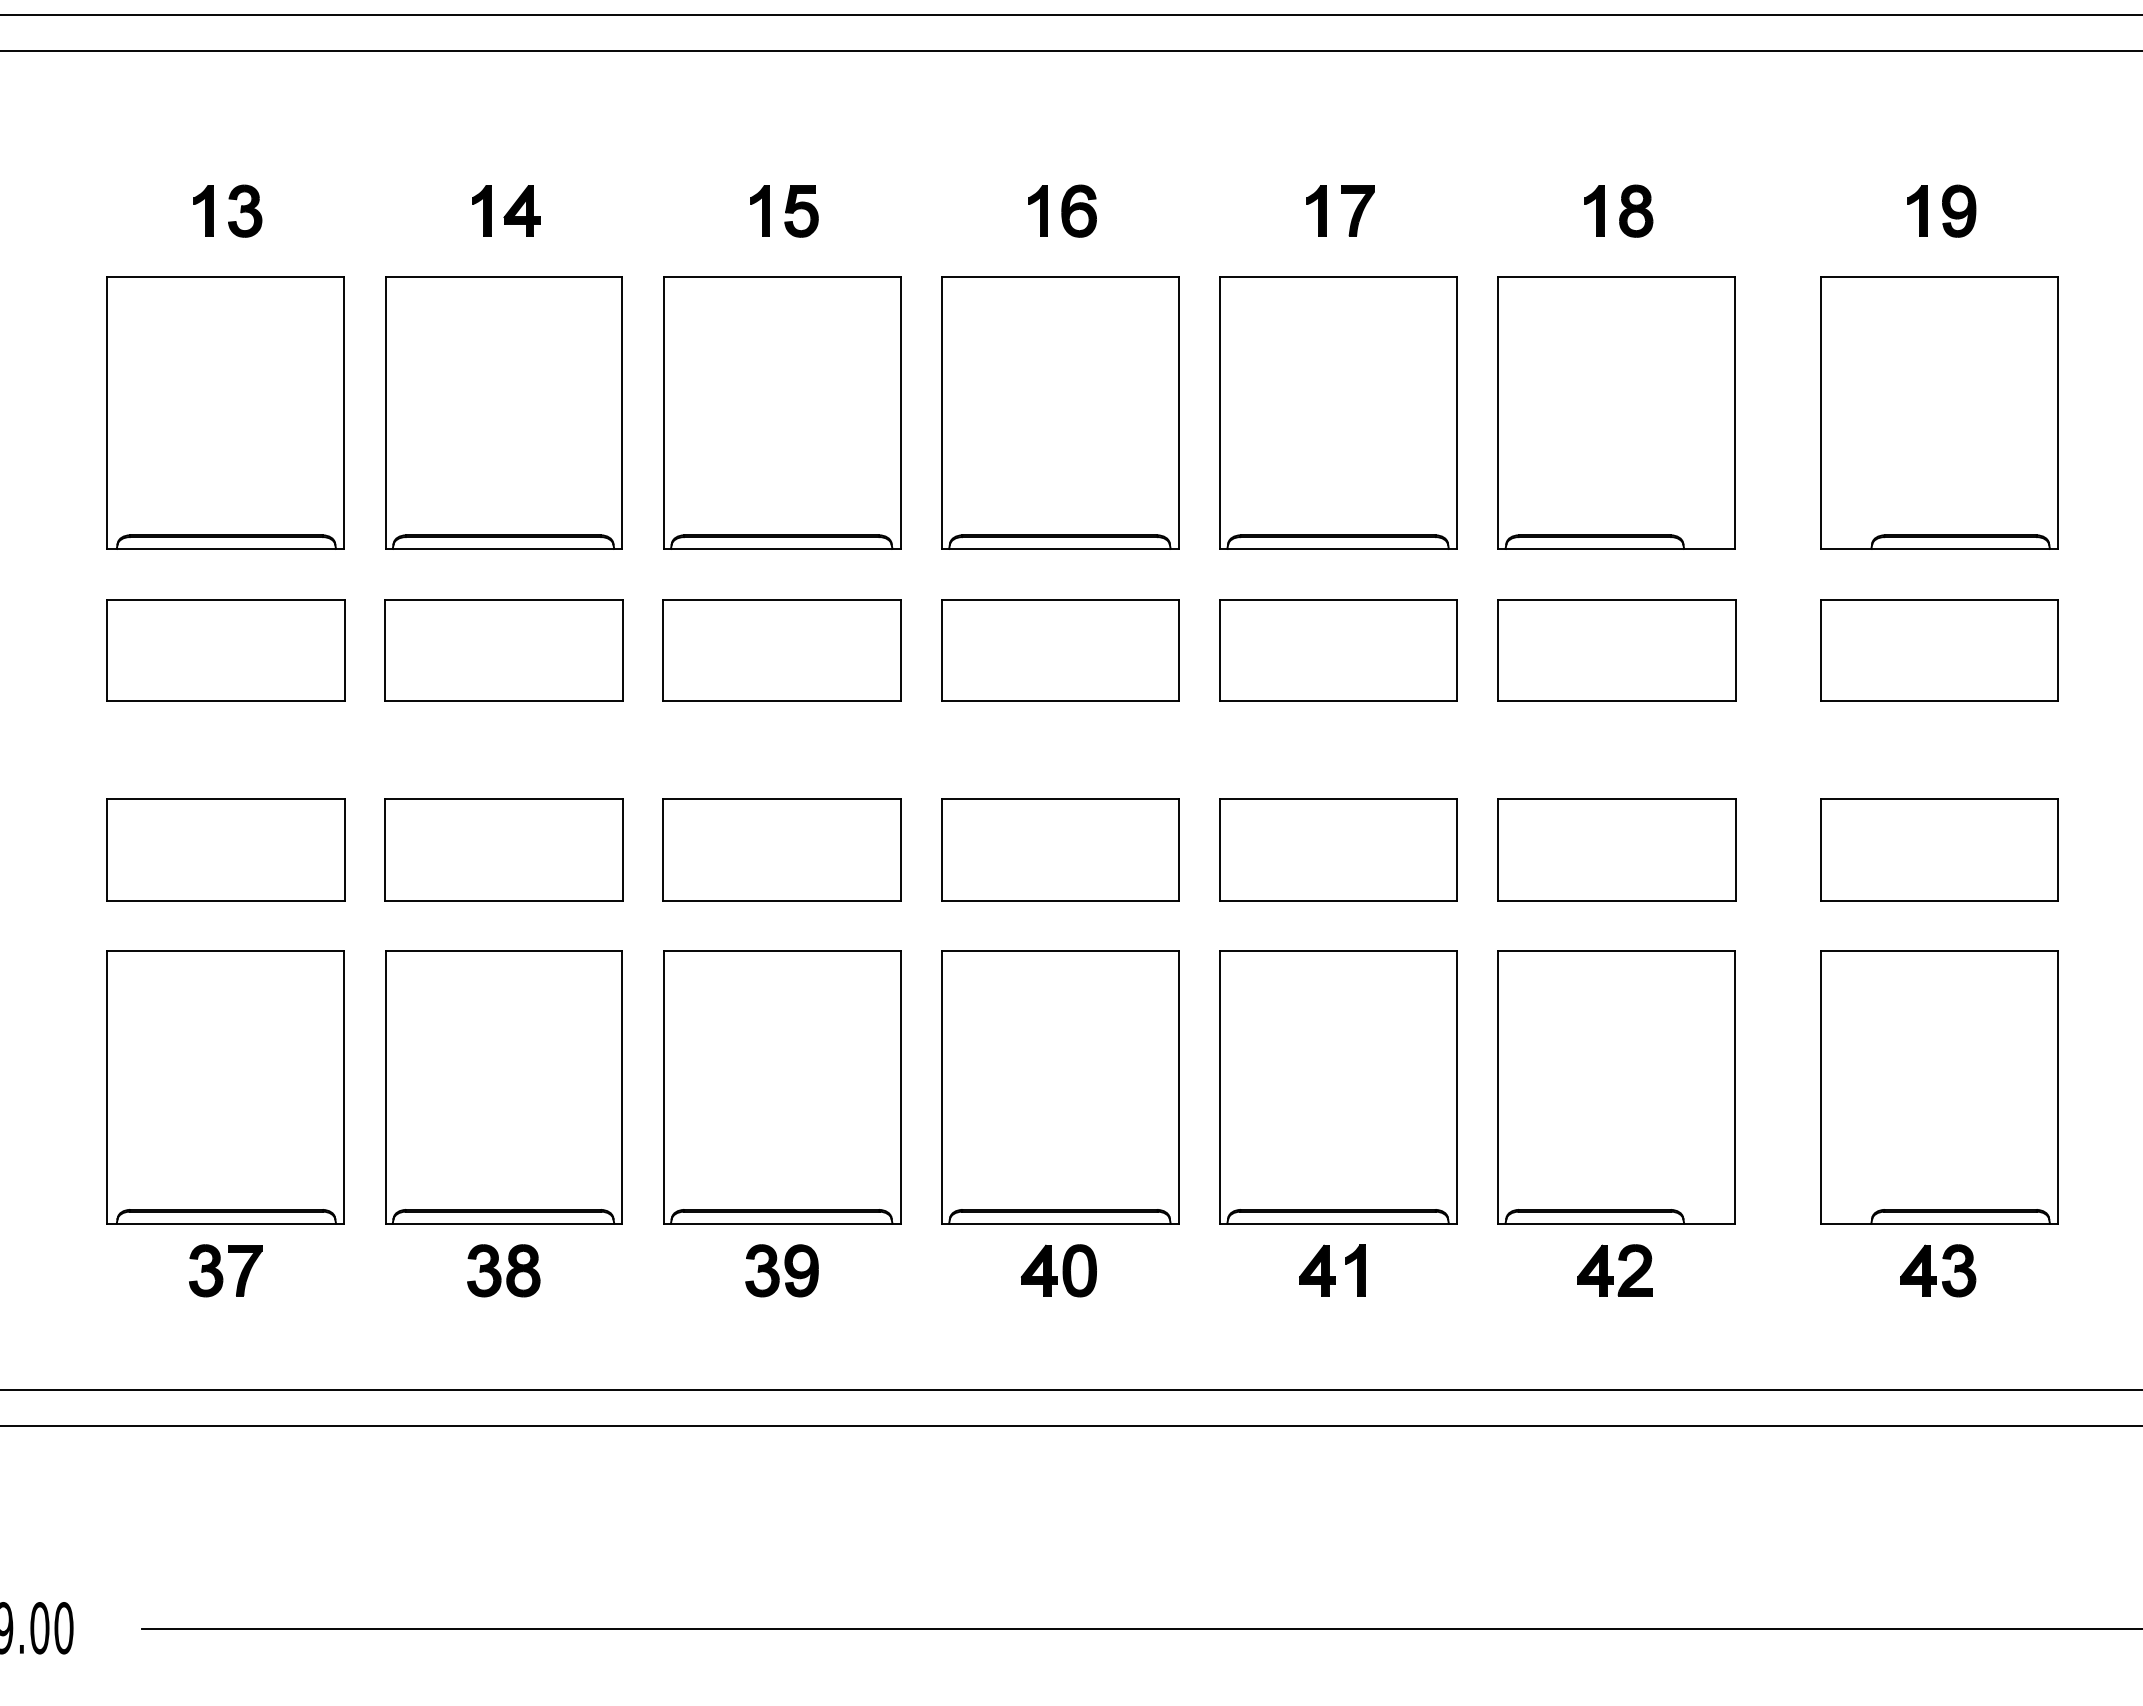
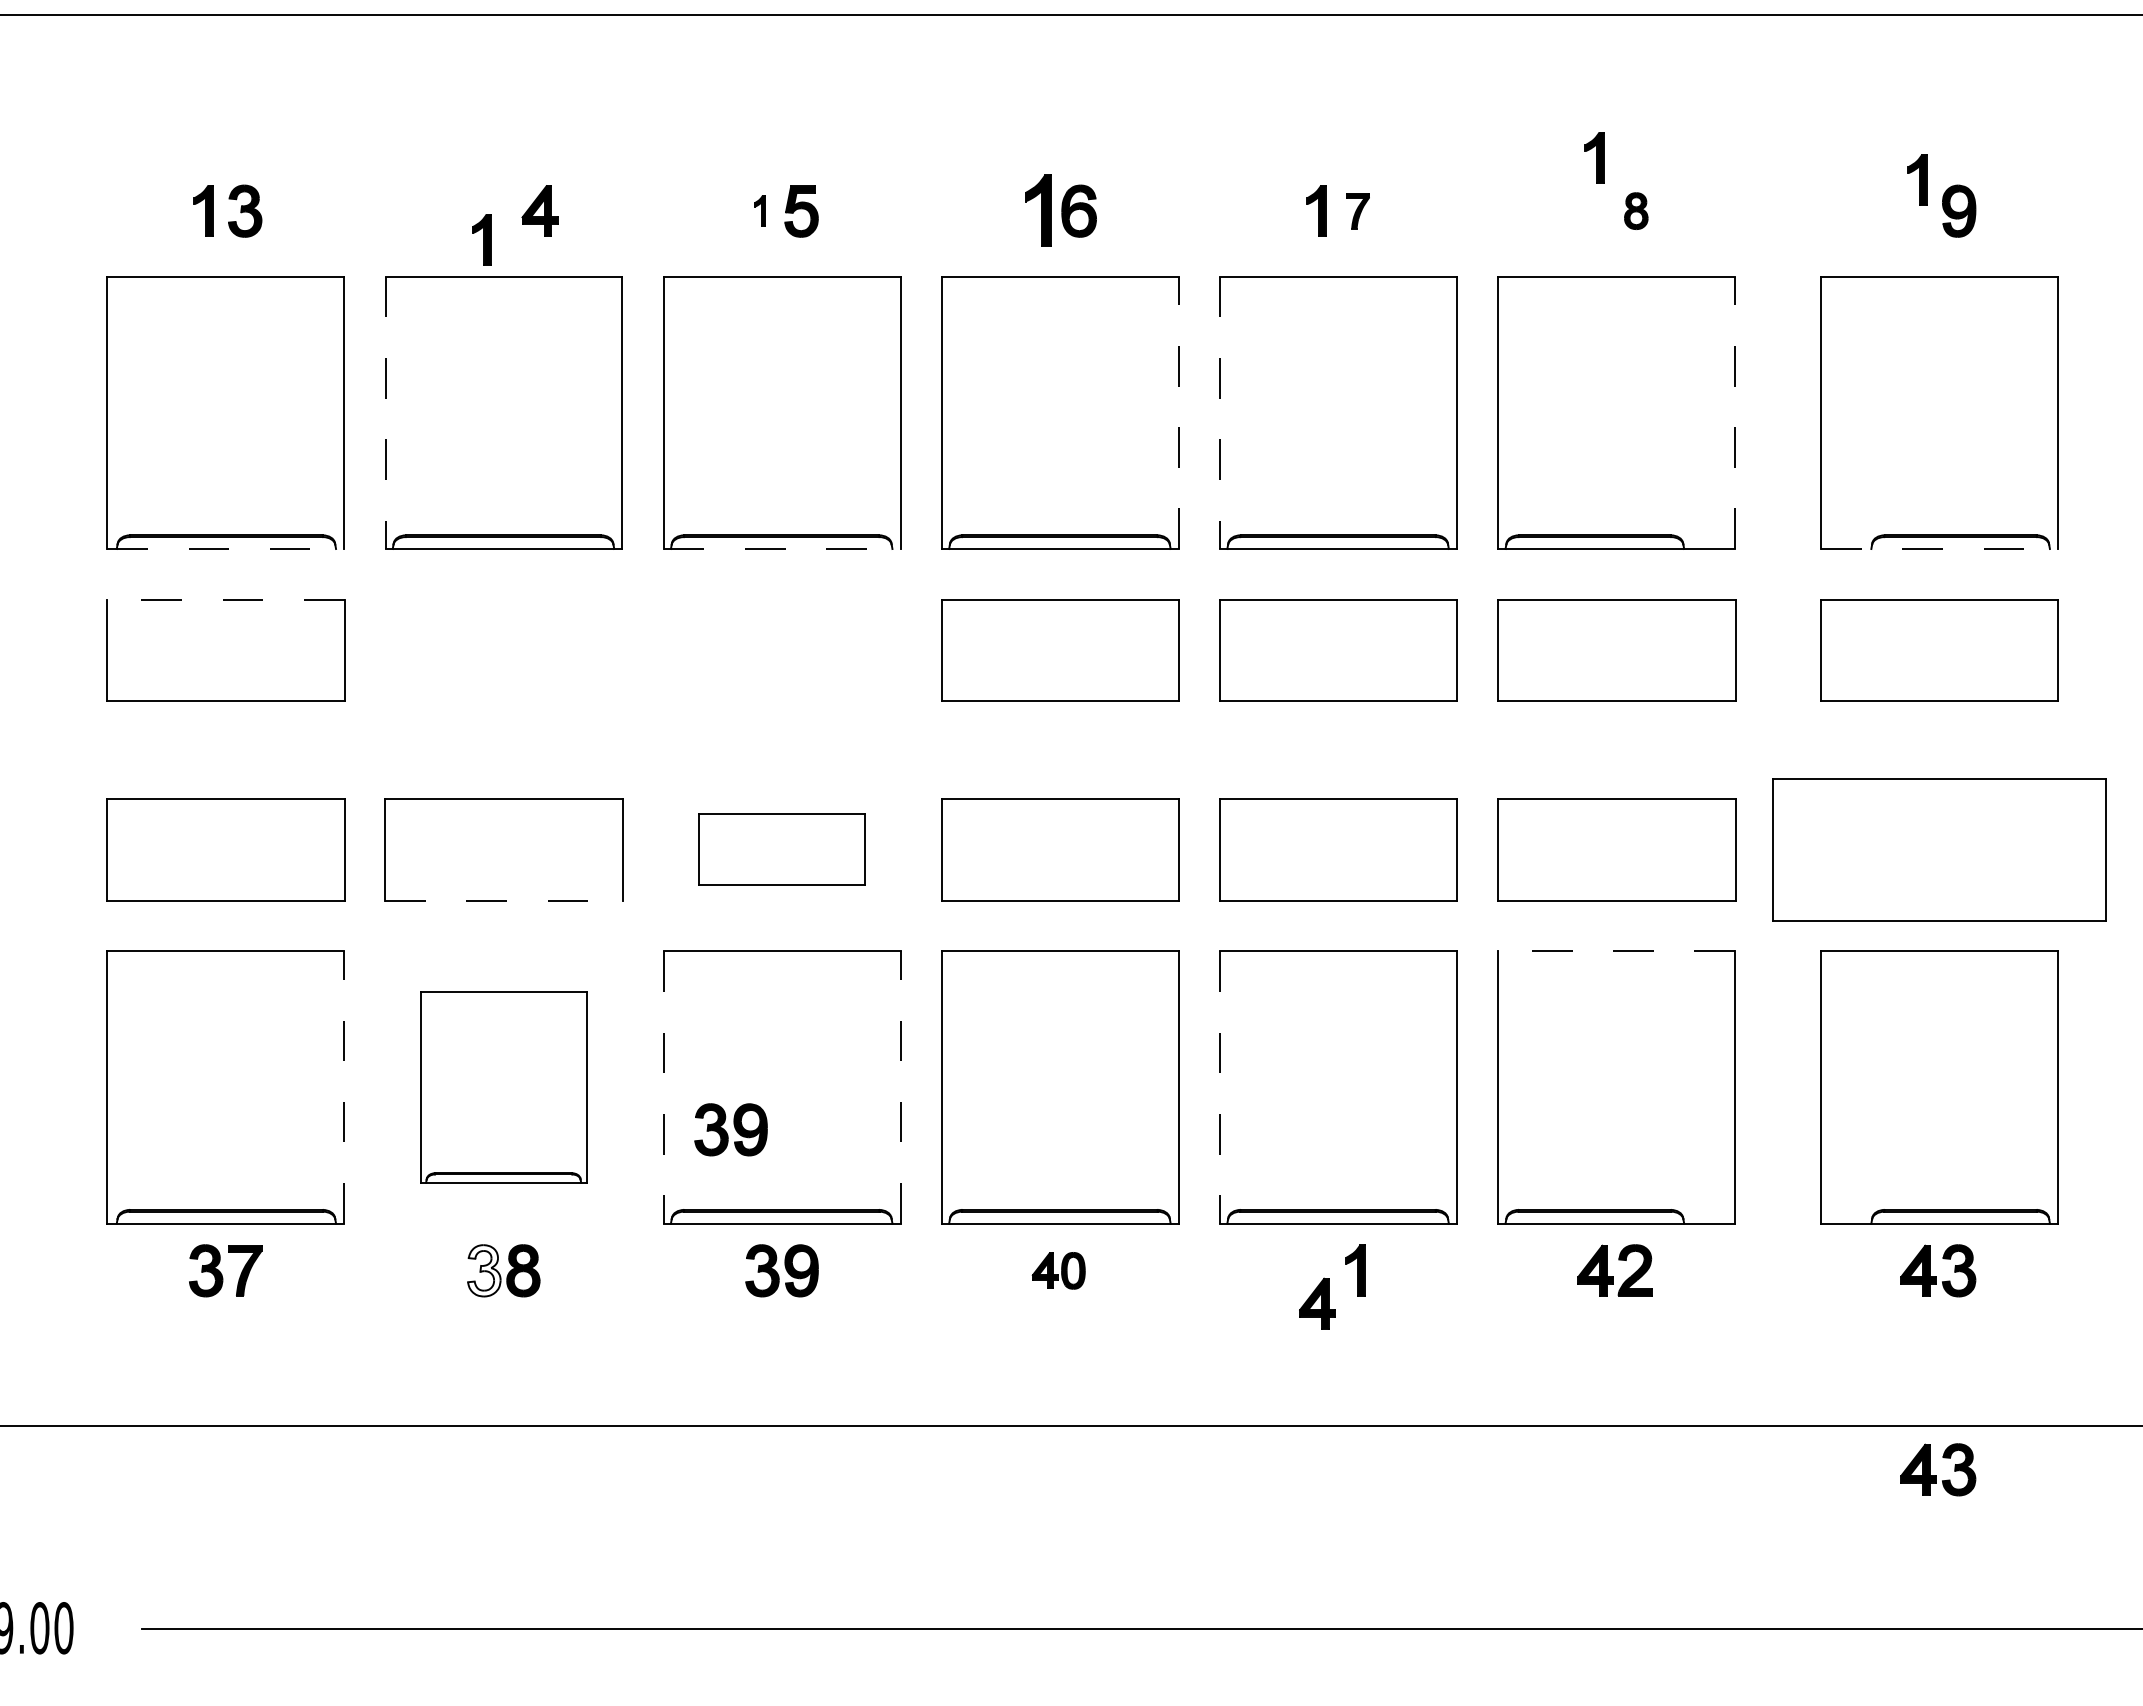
line at (1070, 51): present -> none
part at (481, 210) position: (481, 210) -> (481, 239)
part at (521, 210) position: (521, 210) -> (539, 210)
part at (759, 210) size: 20x52 px -> 12x32 px
part at (1037, 210) size: 20x52 px -> 27x73 px
part at (1357, 210) size: 34x52 px -> 24x37 px
part at (1594, 210) position: (1594, 210) -> (1594, 157)
part at (1636, 210) size: 35x54 px -> 25x38 px
part at (1917, 210) position: (1917, 210) -> (1917, 179)
line at (1178, 412): solid -> dashed
line at (1735, 412): solid -> dashed
line at (385, 413): solid -> dashed
line at (1220, 413): solid -> dashed
line at (226, 549): solid -> dashed
line at (782, 549): solid -> dashed
line at (1940, 549): solid -> dashed
line at (225, 599): solid -> dashed
part at (503, 650): present -> none
part at (781, 650): present -> none
part at (781, 849) size: 240x104 px -> 168x73 px
part at (1939, 849) size: 239x104 px -> 335x144 px
line at (503, 900): solid -> dashed
line at (1616, 951): solid -> dashed
line at (344, 1087): solid -> dashed
part at (503, 1087) size: 238x275 px -> 168x193 px
line at (900, 1087): solid -> dashed
line at (663, 1088): solid -> dashed
line at (1220, 1088): solid -> dashed
part at (730, 1129): none -> present
fill at (484, 1270): present -> none
part at (1058, 1270) size: 77x54 px -> 55x38 px
part at (1317, 1270) position: (1317, 1270) -> (1317, 1303)
line at (1070, 1389): present -> none
part at (1936, 1475): none -> present
